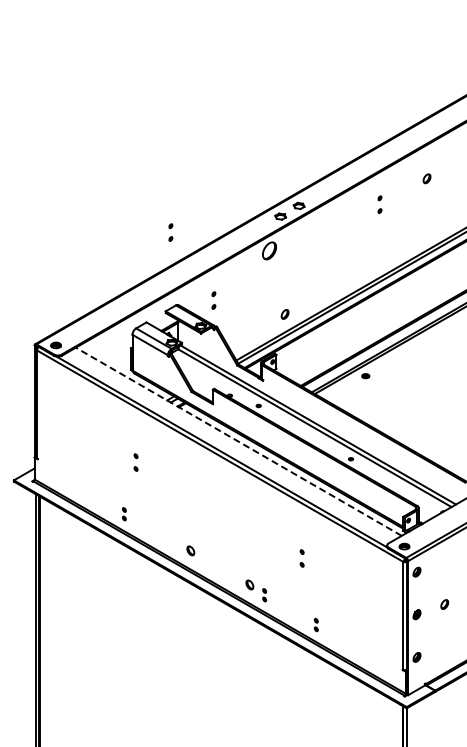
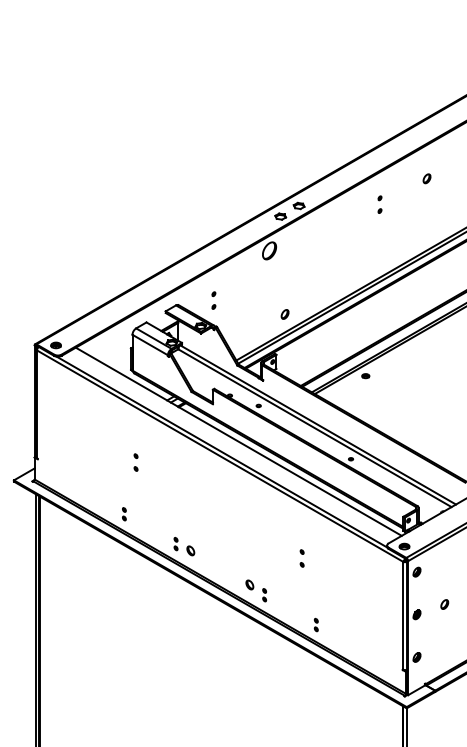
part at (170, 232): present -> none
line at (238, 441): dashed -> solid
part at (175, 544): none -> present
